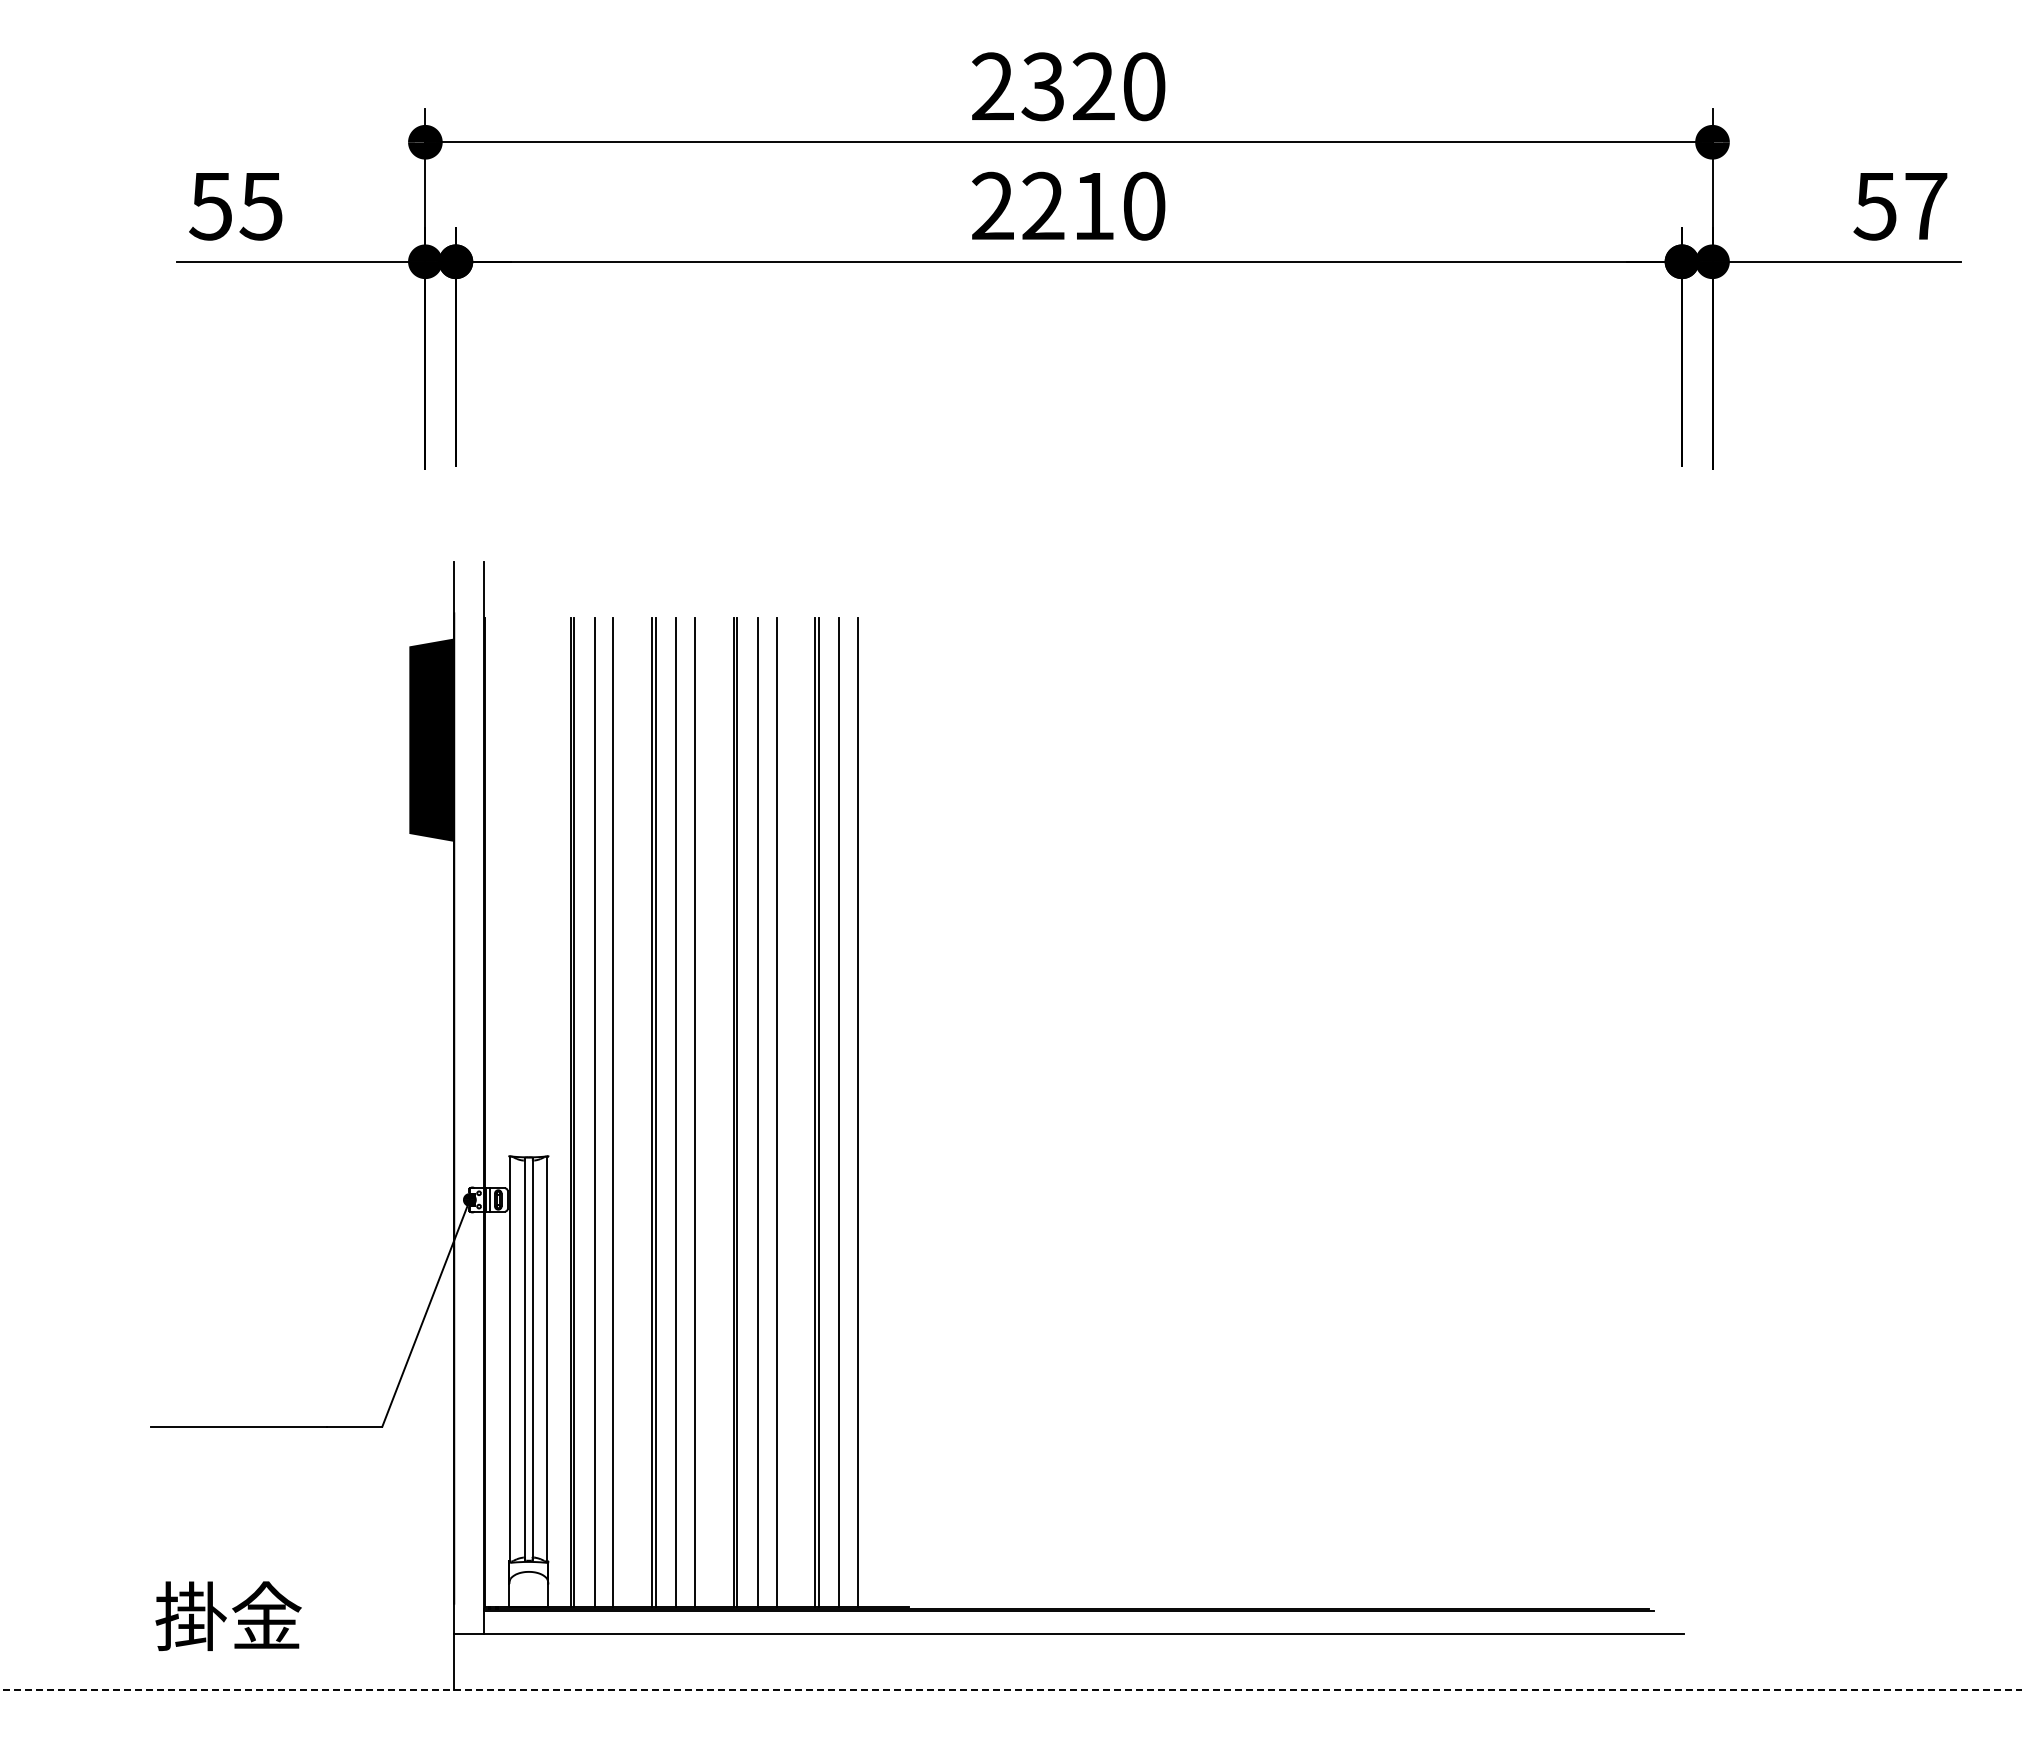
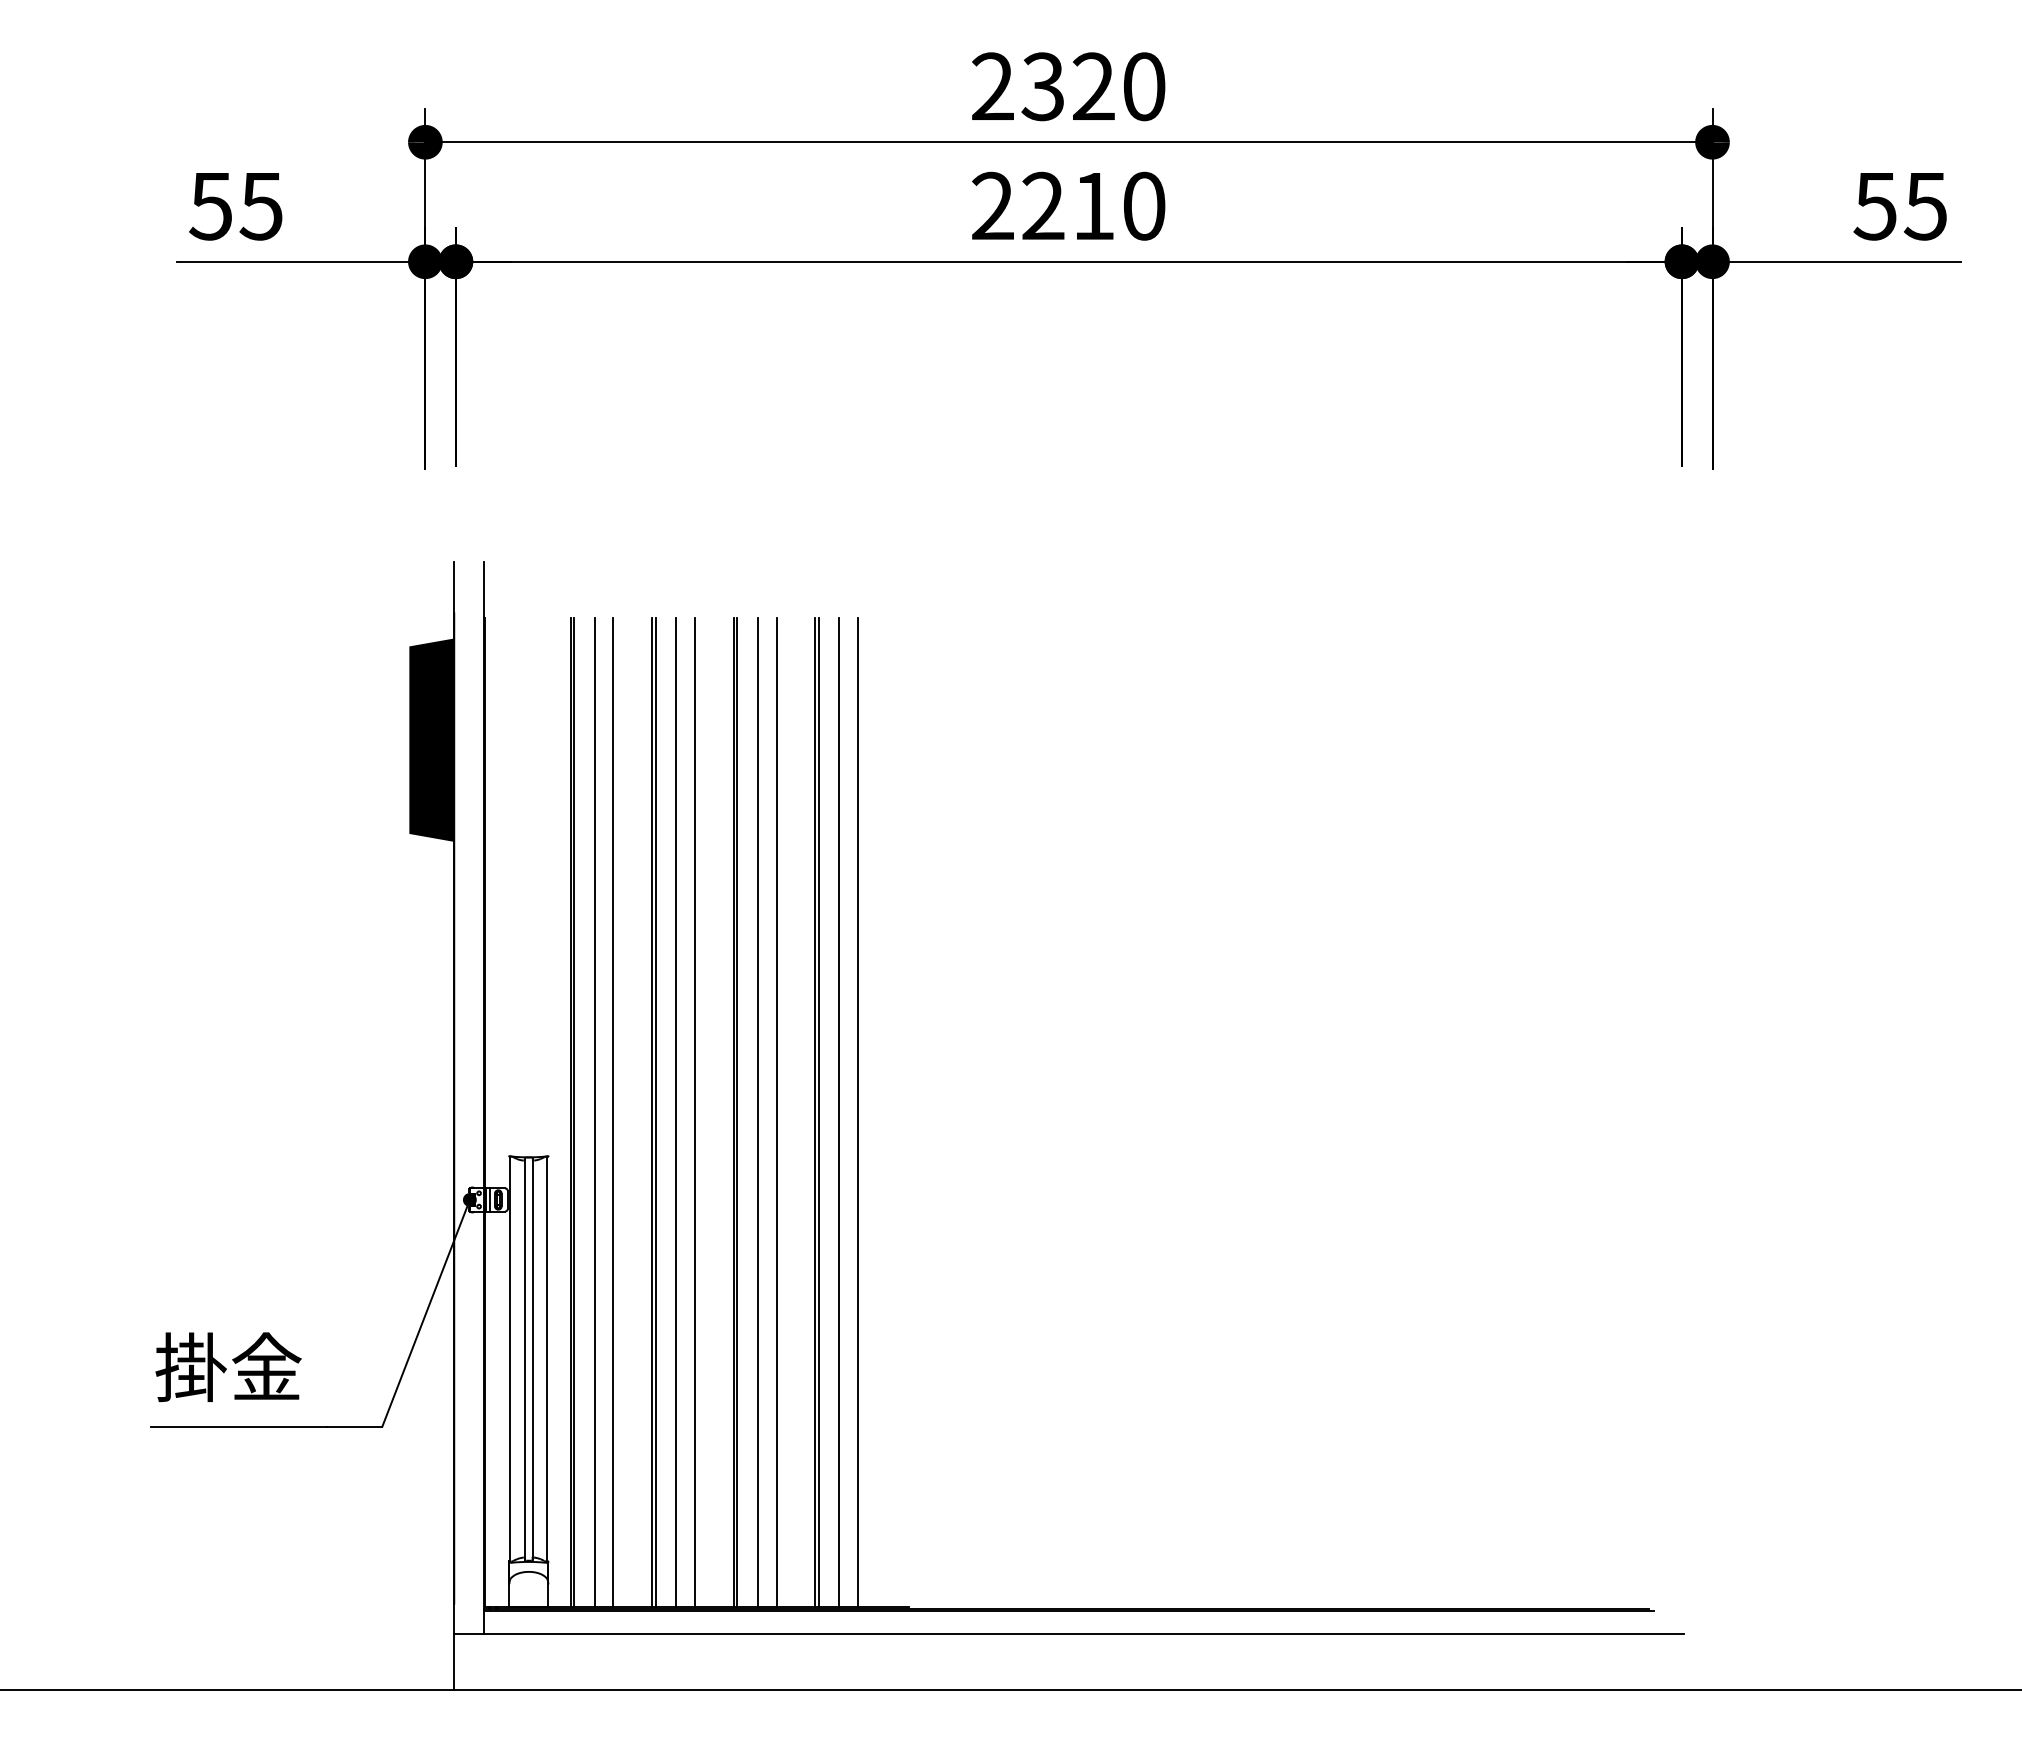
text at (1925, 206): 57 -> 55
text at (228, 1615) position: (228, 1615) -> (228, 1366)
line at (1011, 1689): dashed -> solid
